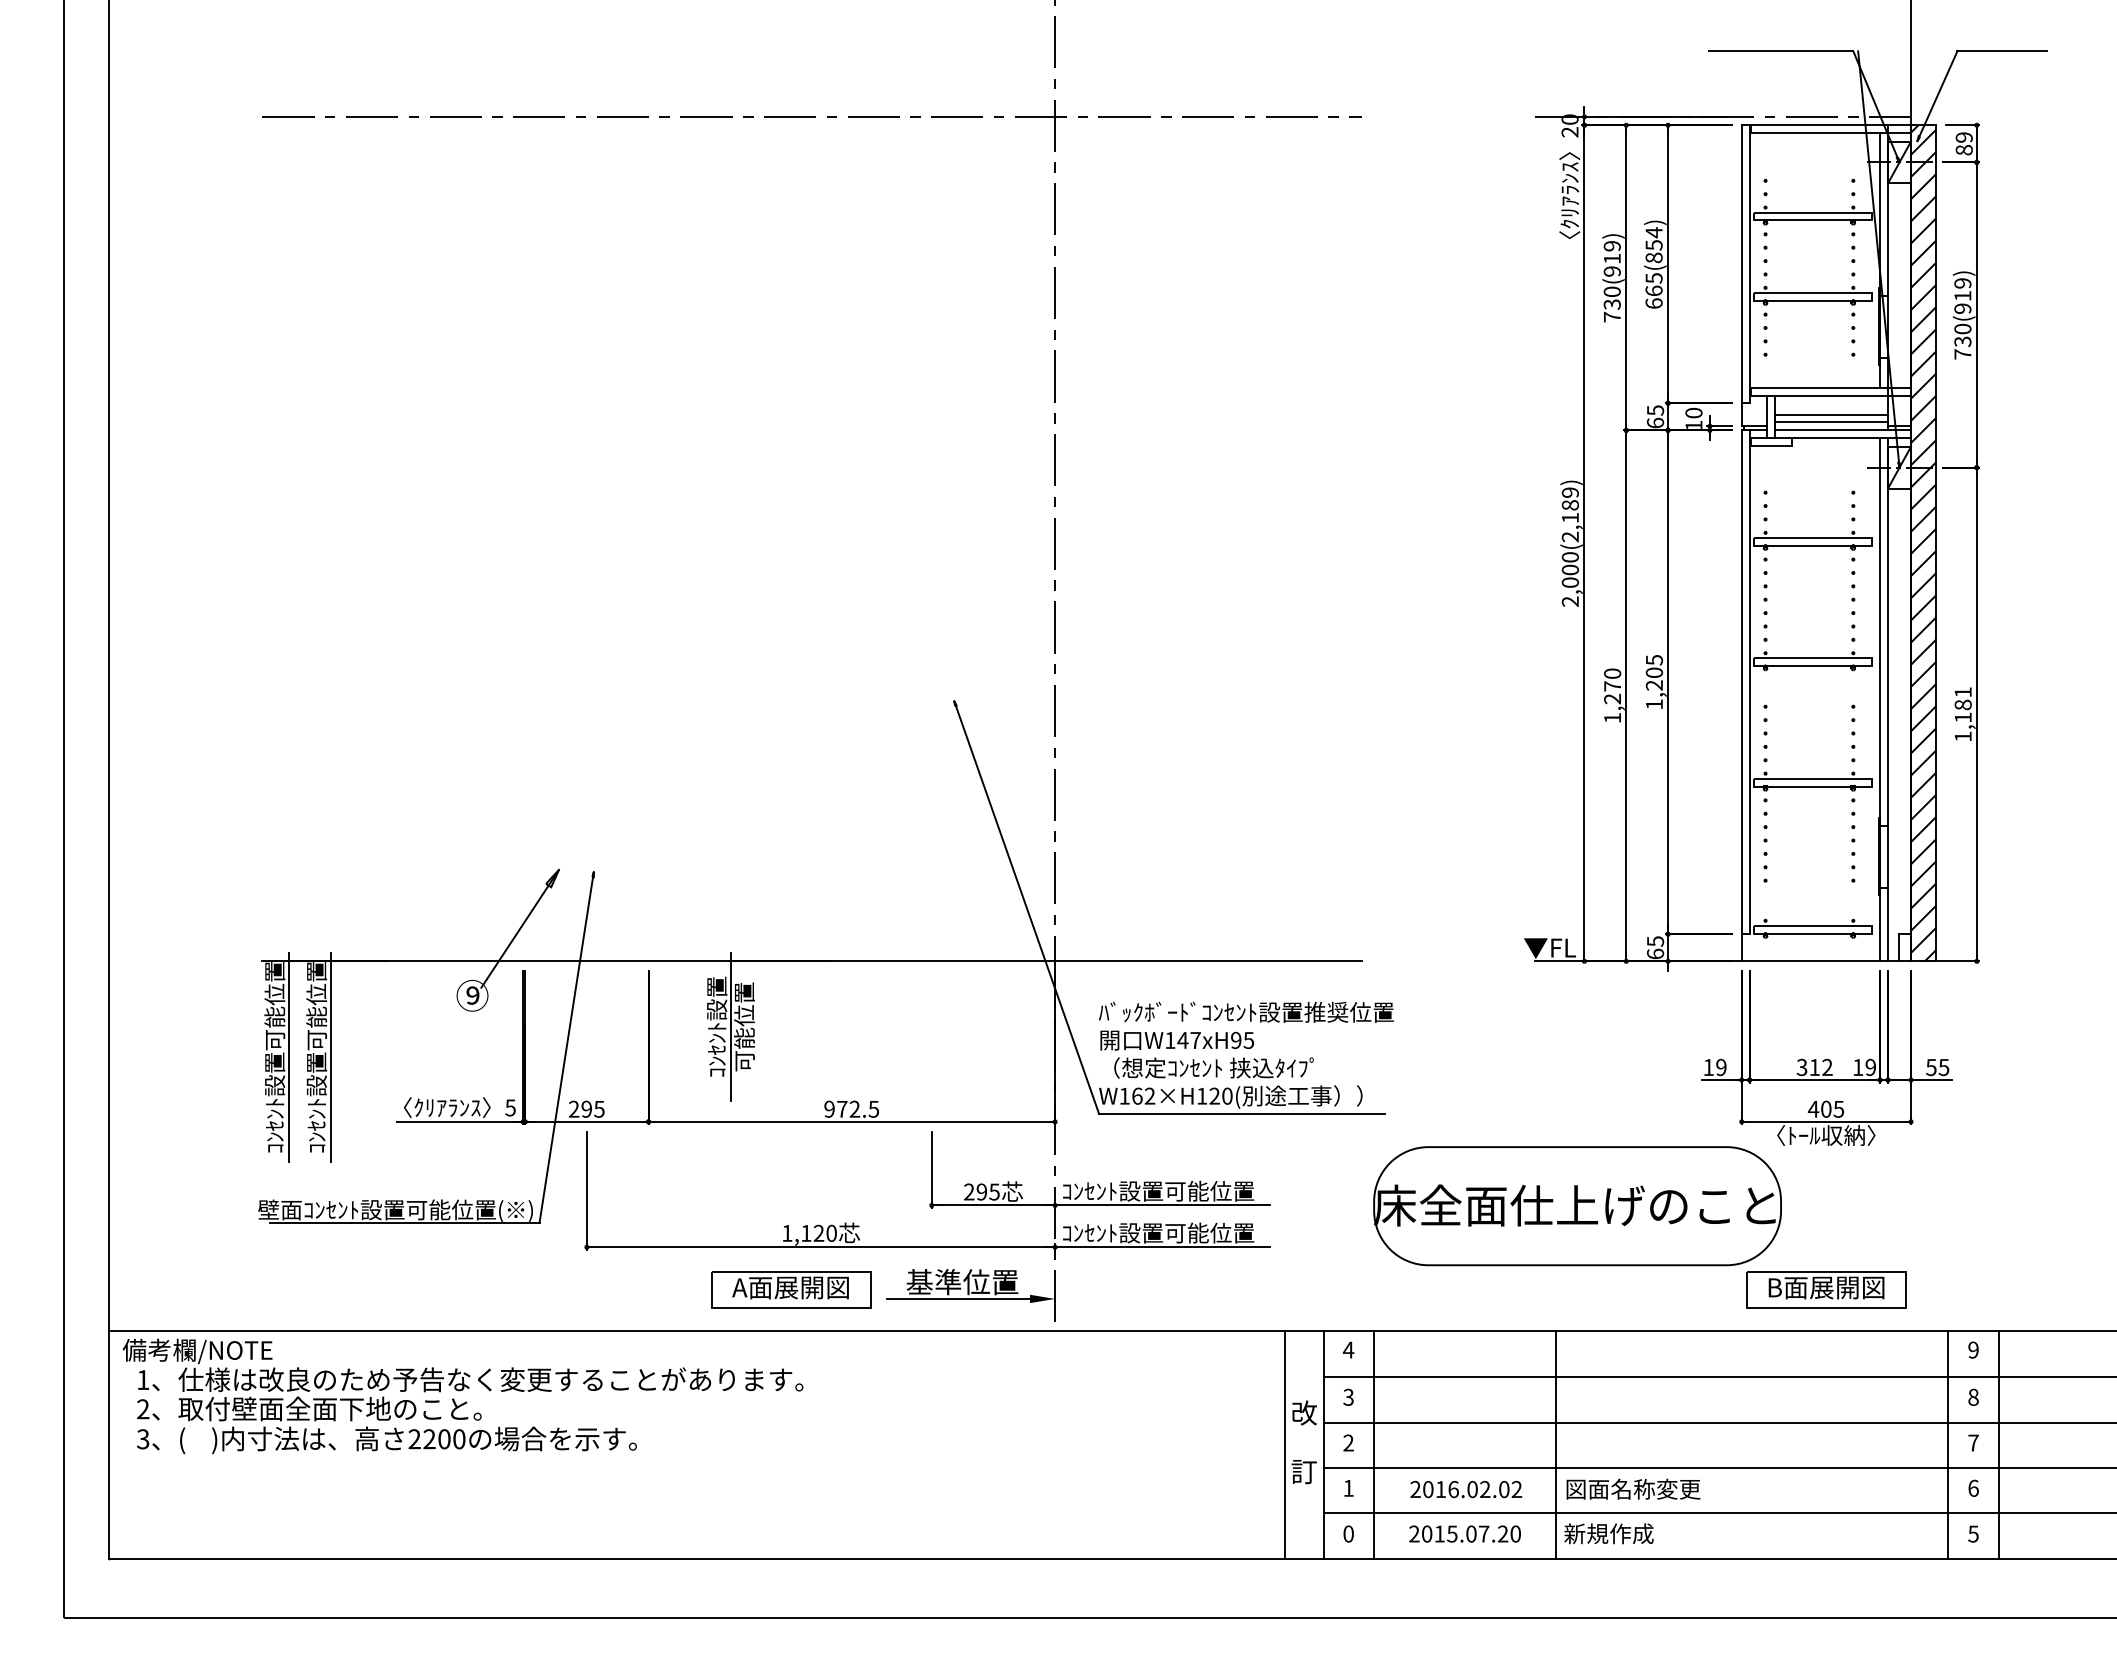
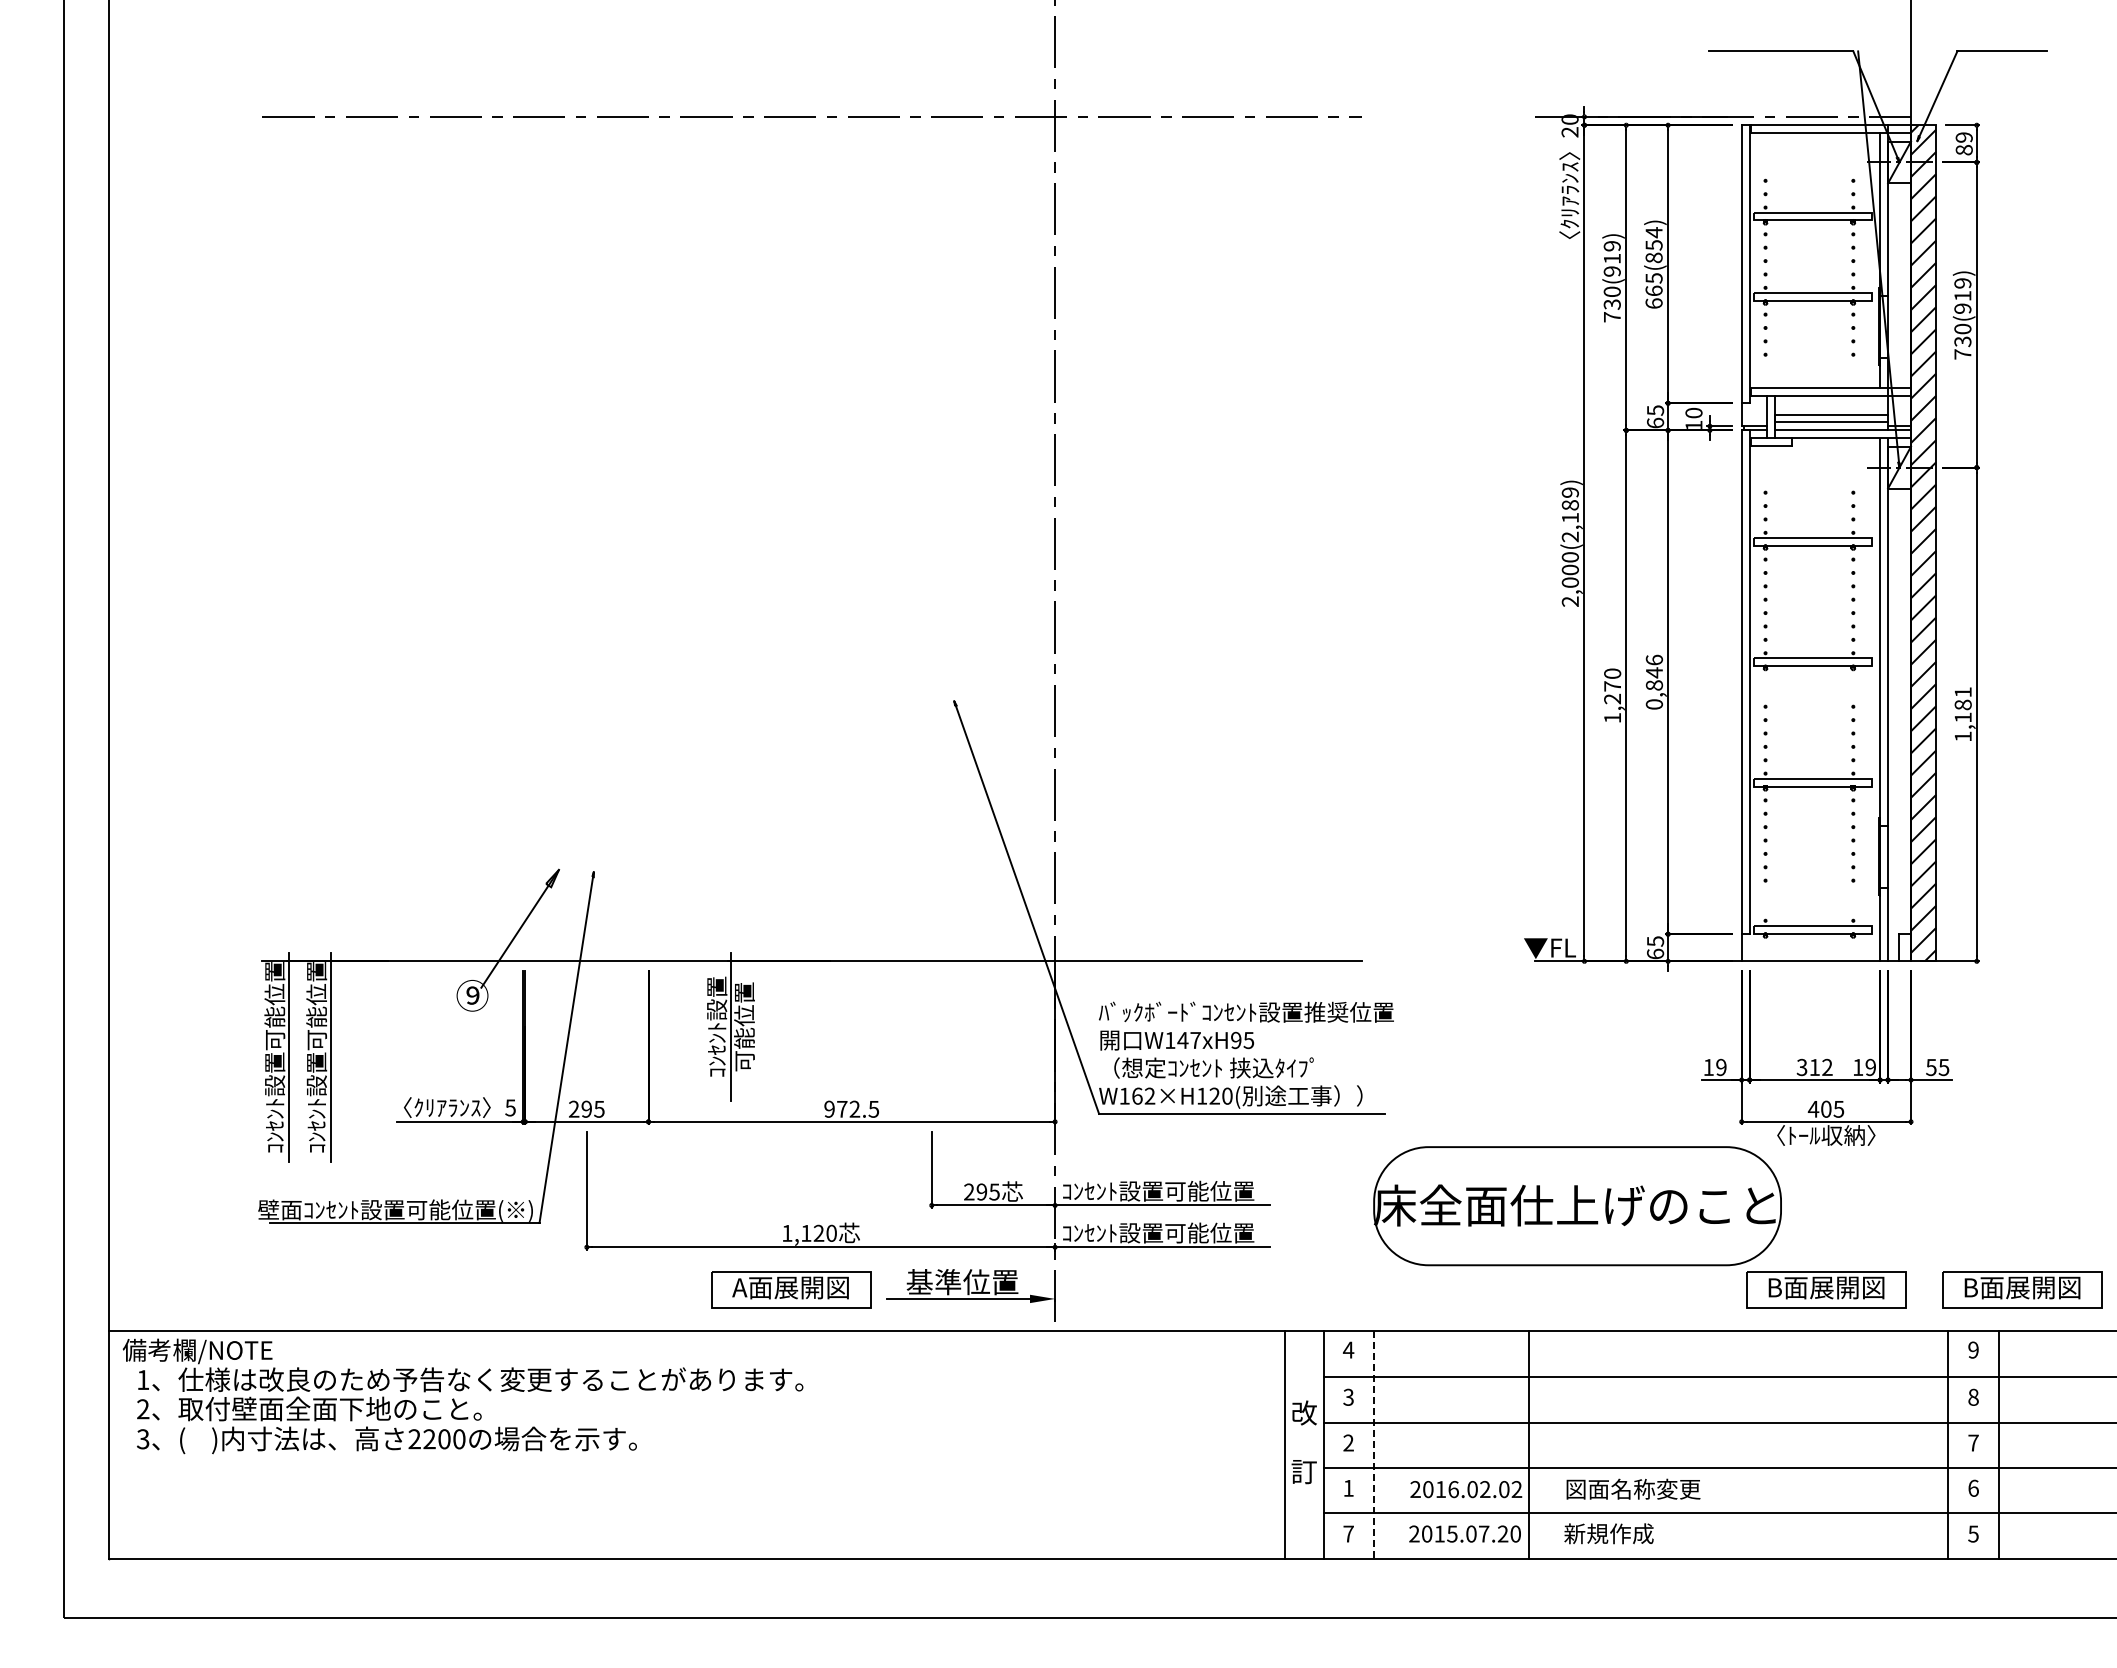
text at (1654, 681): 1,205 -> 0,846
part at (2022, 1289): none -> present
line at (1373, 1445): solid -> dashed
line at (1556, 1445) position: (1556, 1445) -> (1529, 1445)
text at (1348, 1533): 0 -> 7
